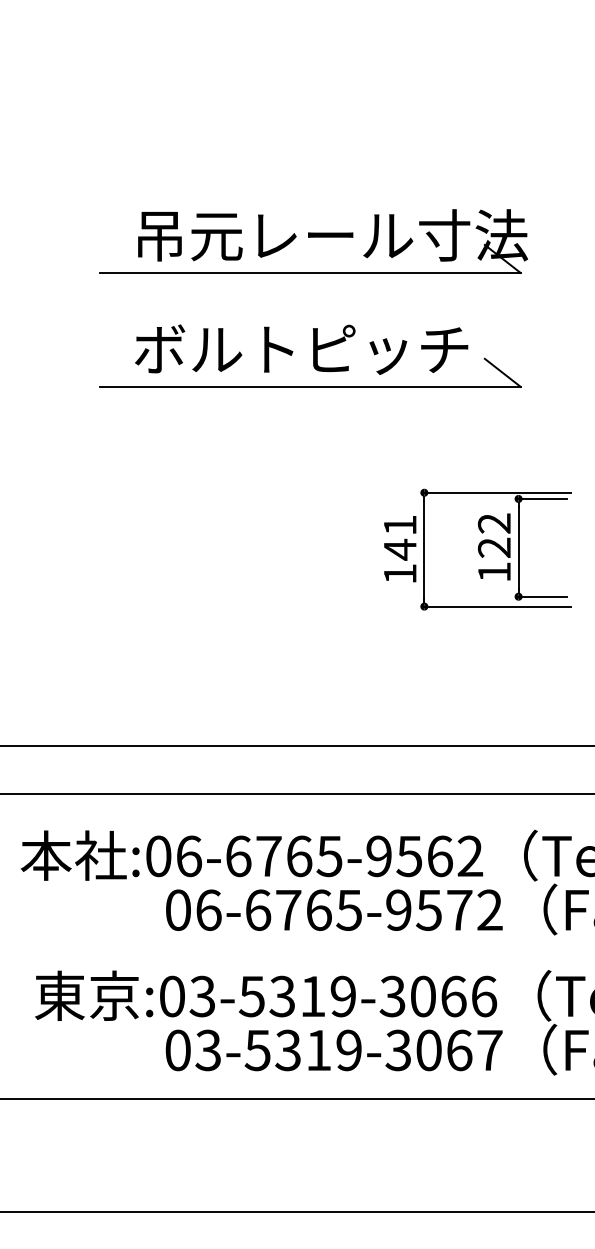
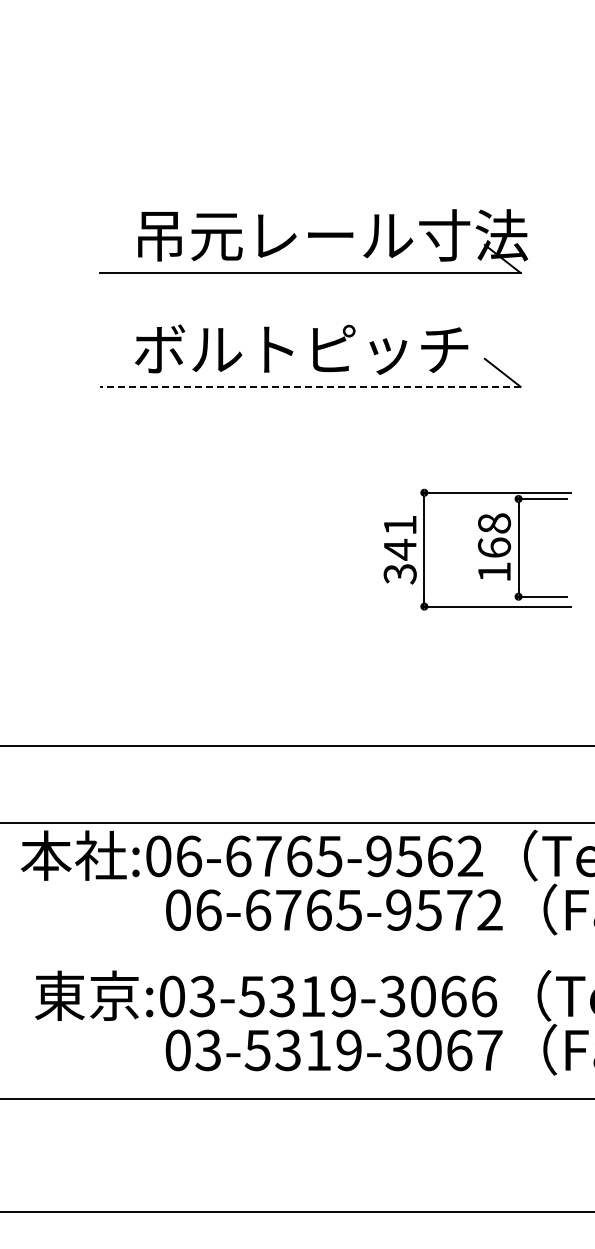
line at (309, 386): solid -> dashed
text at (494, 535): 122 -> 168
text at (399, 574): 141 -> 341
line at (296, 793) position: (296, 793) -> (296, 822)
